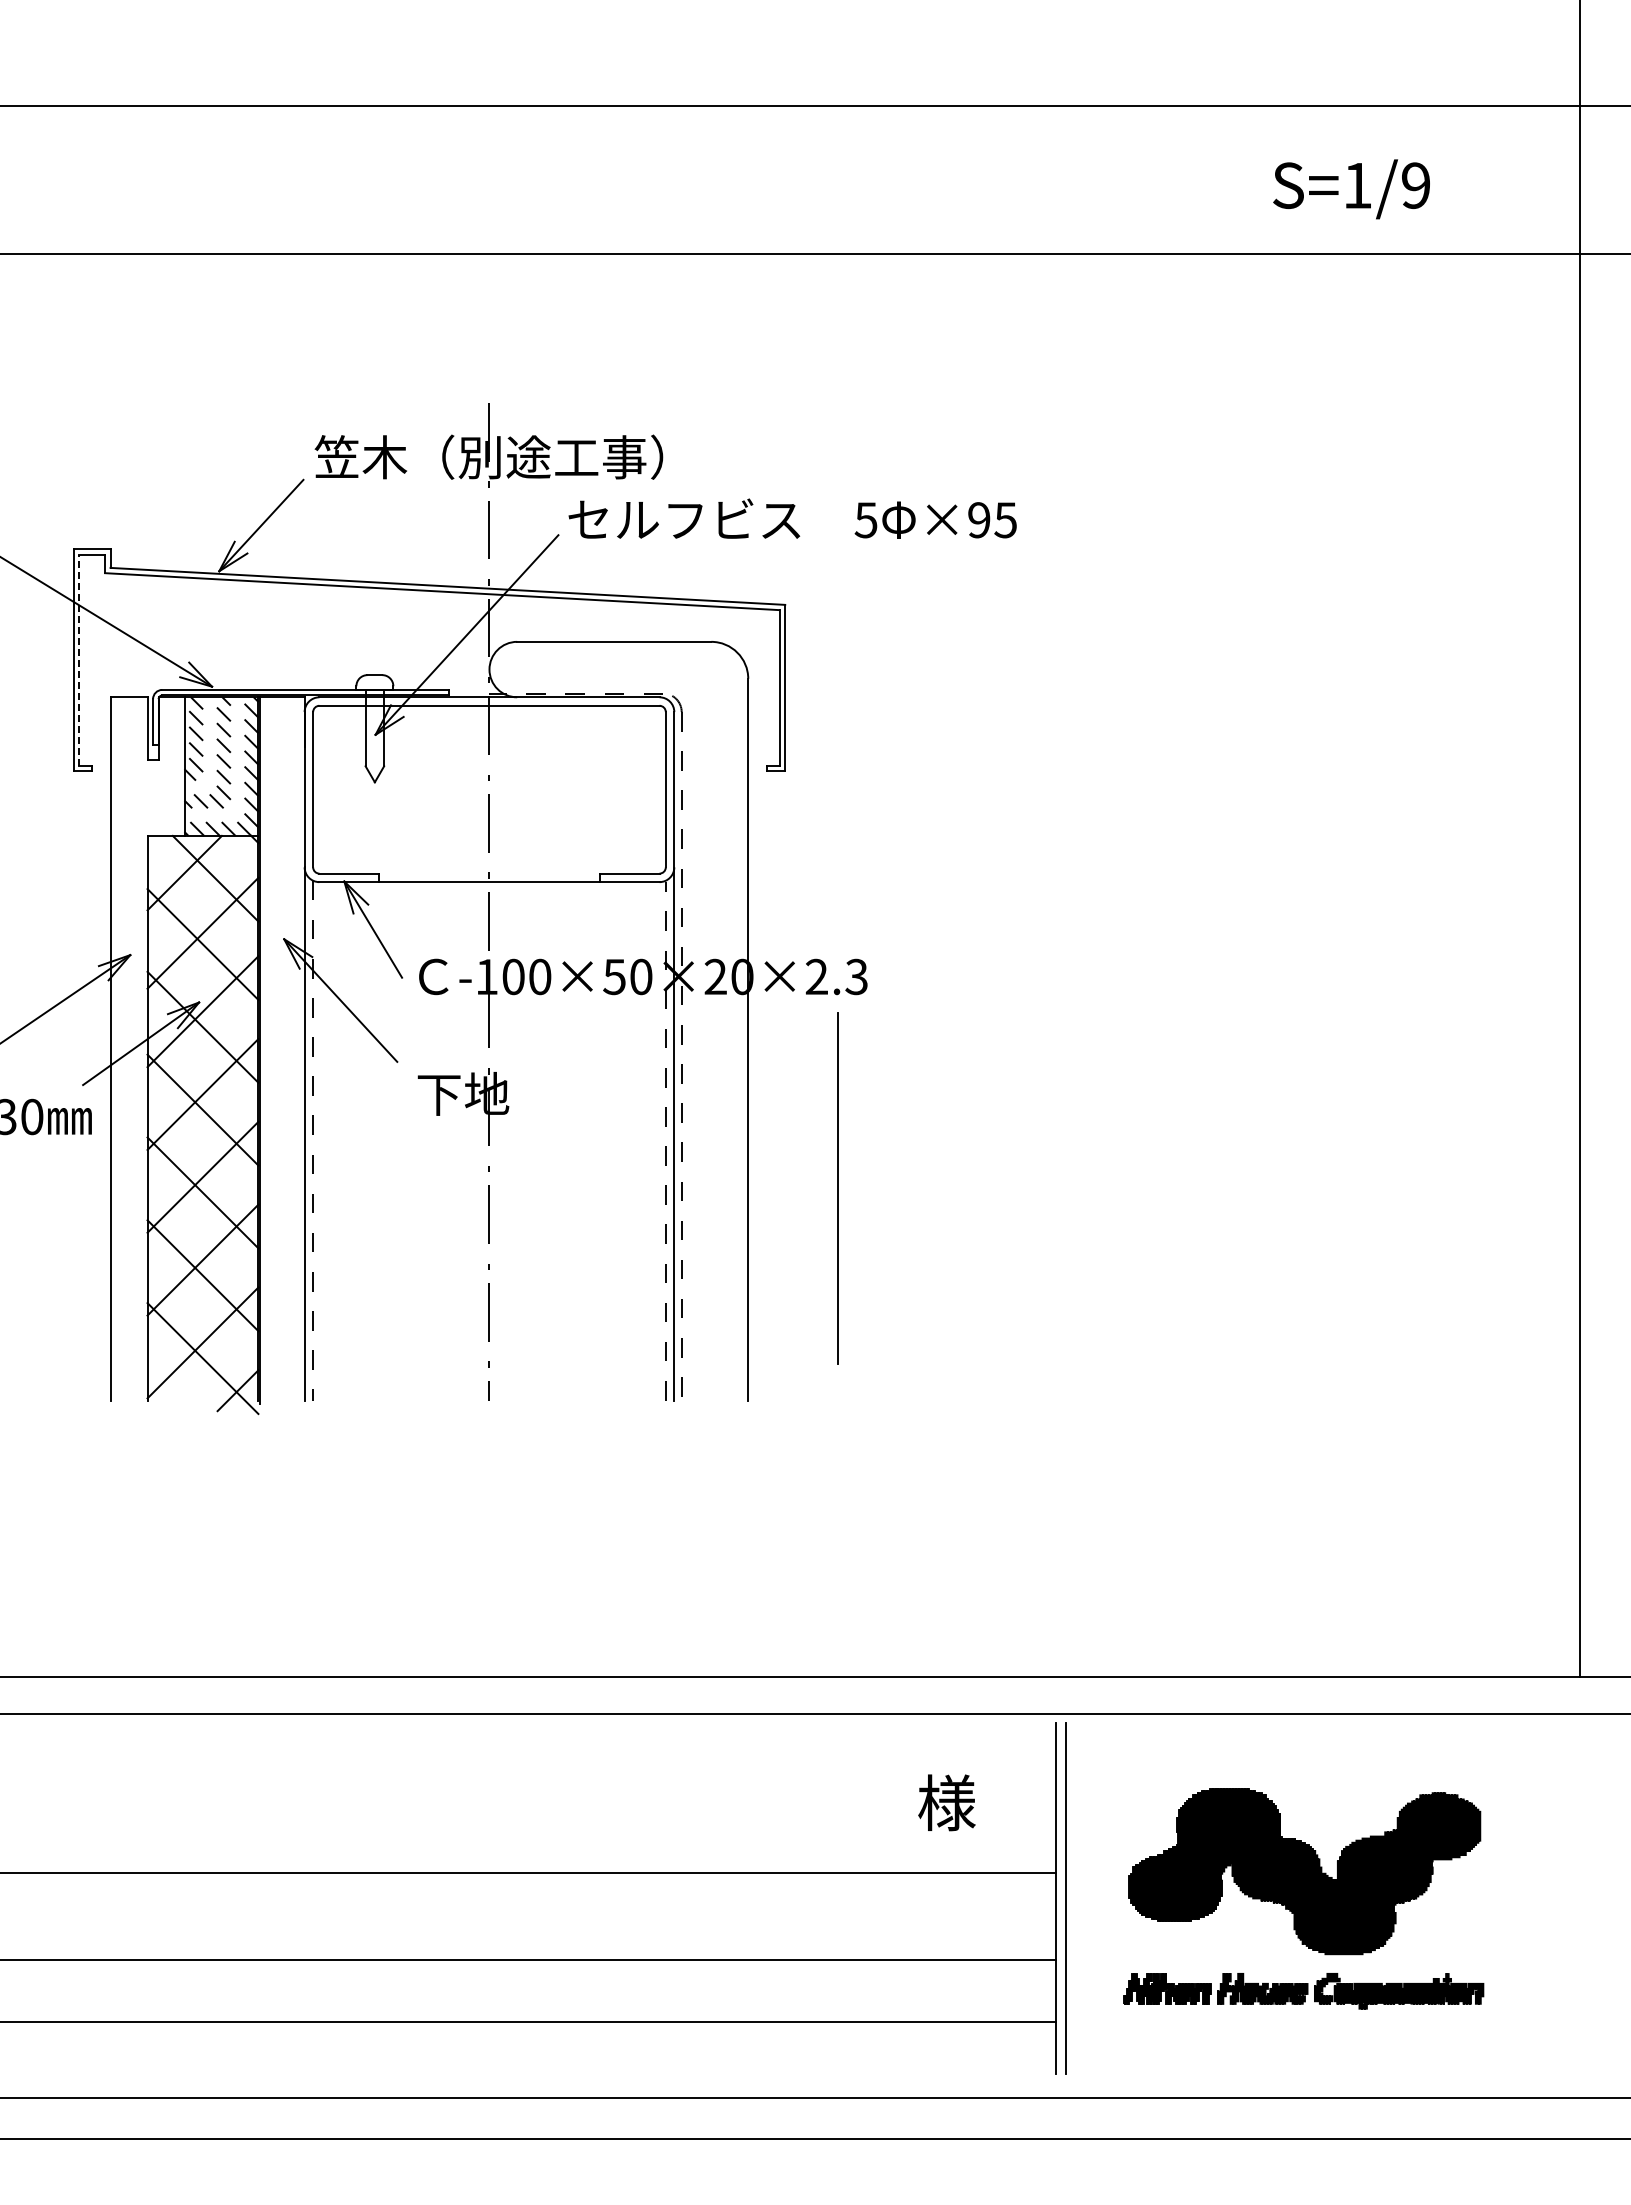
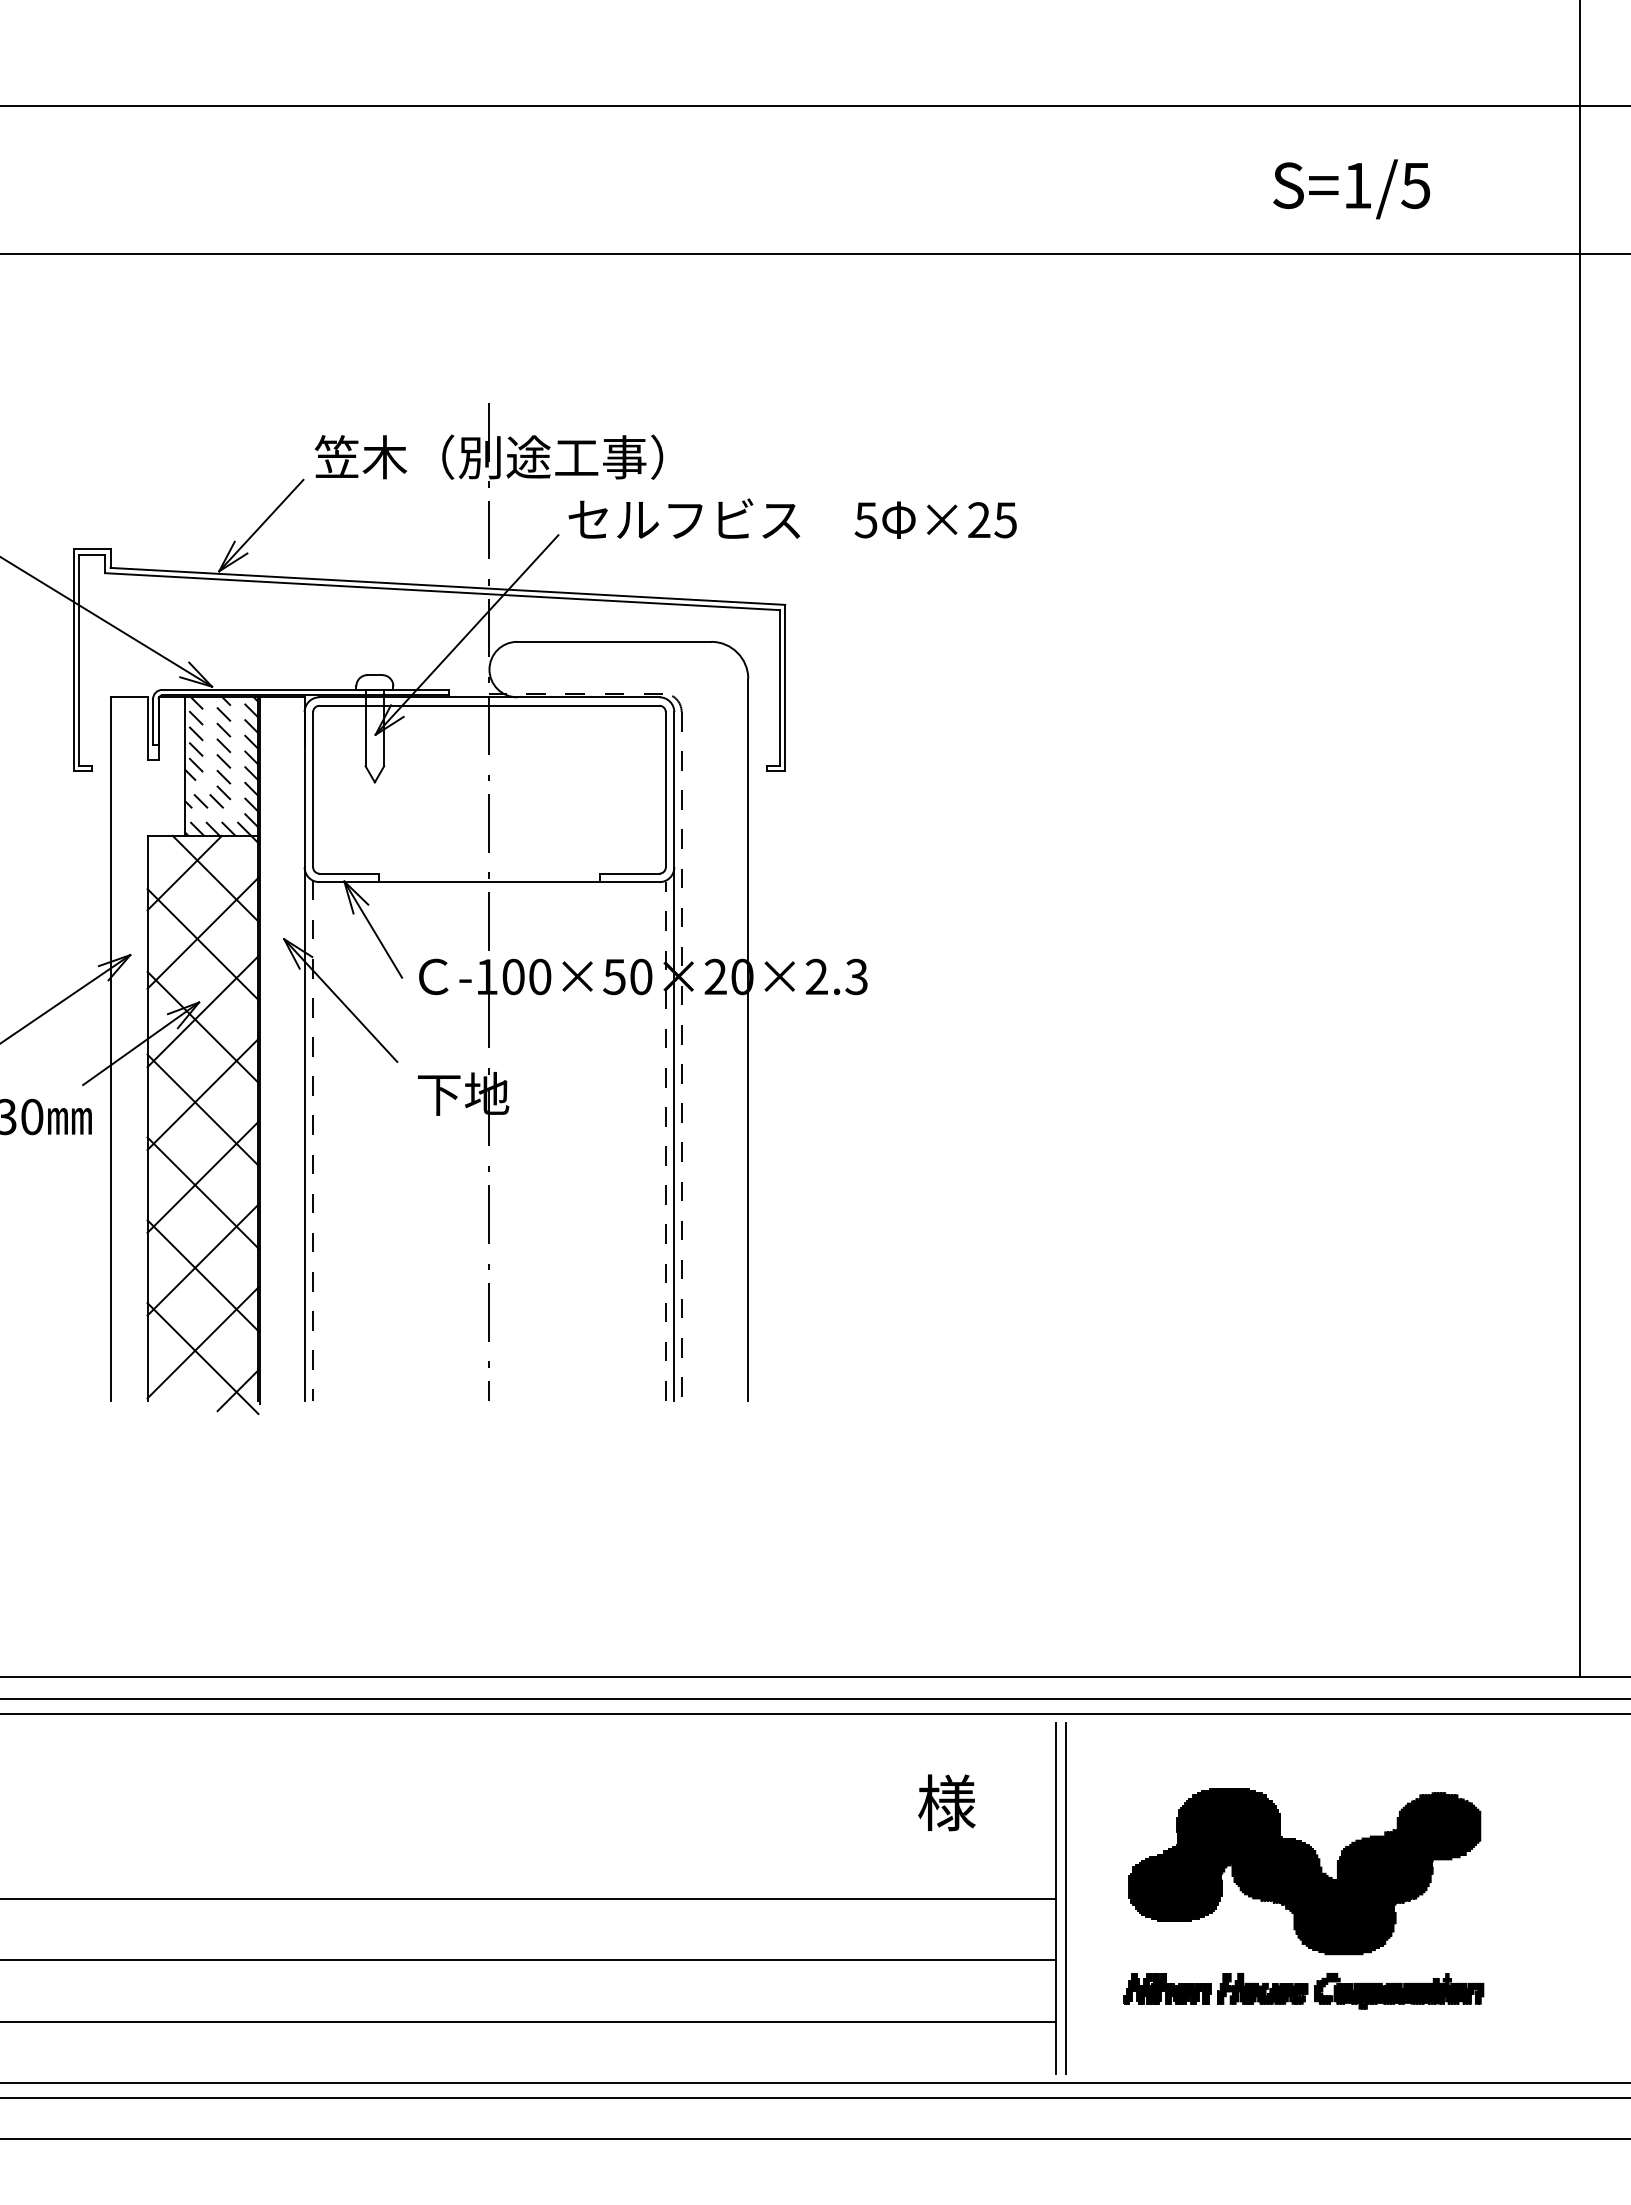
text at (1415, 185): S=1/9 -> S=1/5
text at (979, 520): ×95 -> ×25
line at (79, 659): dashed -> solid
line at (837, 1188): present -> none
line at (814, 1698): none -> present
line at (529, 1872) position: (529, 1872) -> (529, 1898)
line at (814, 2083): none -> present
